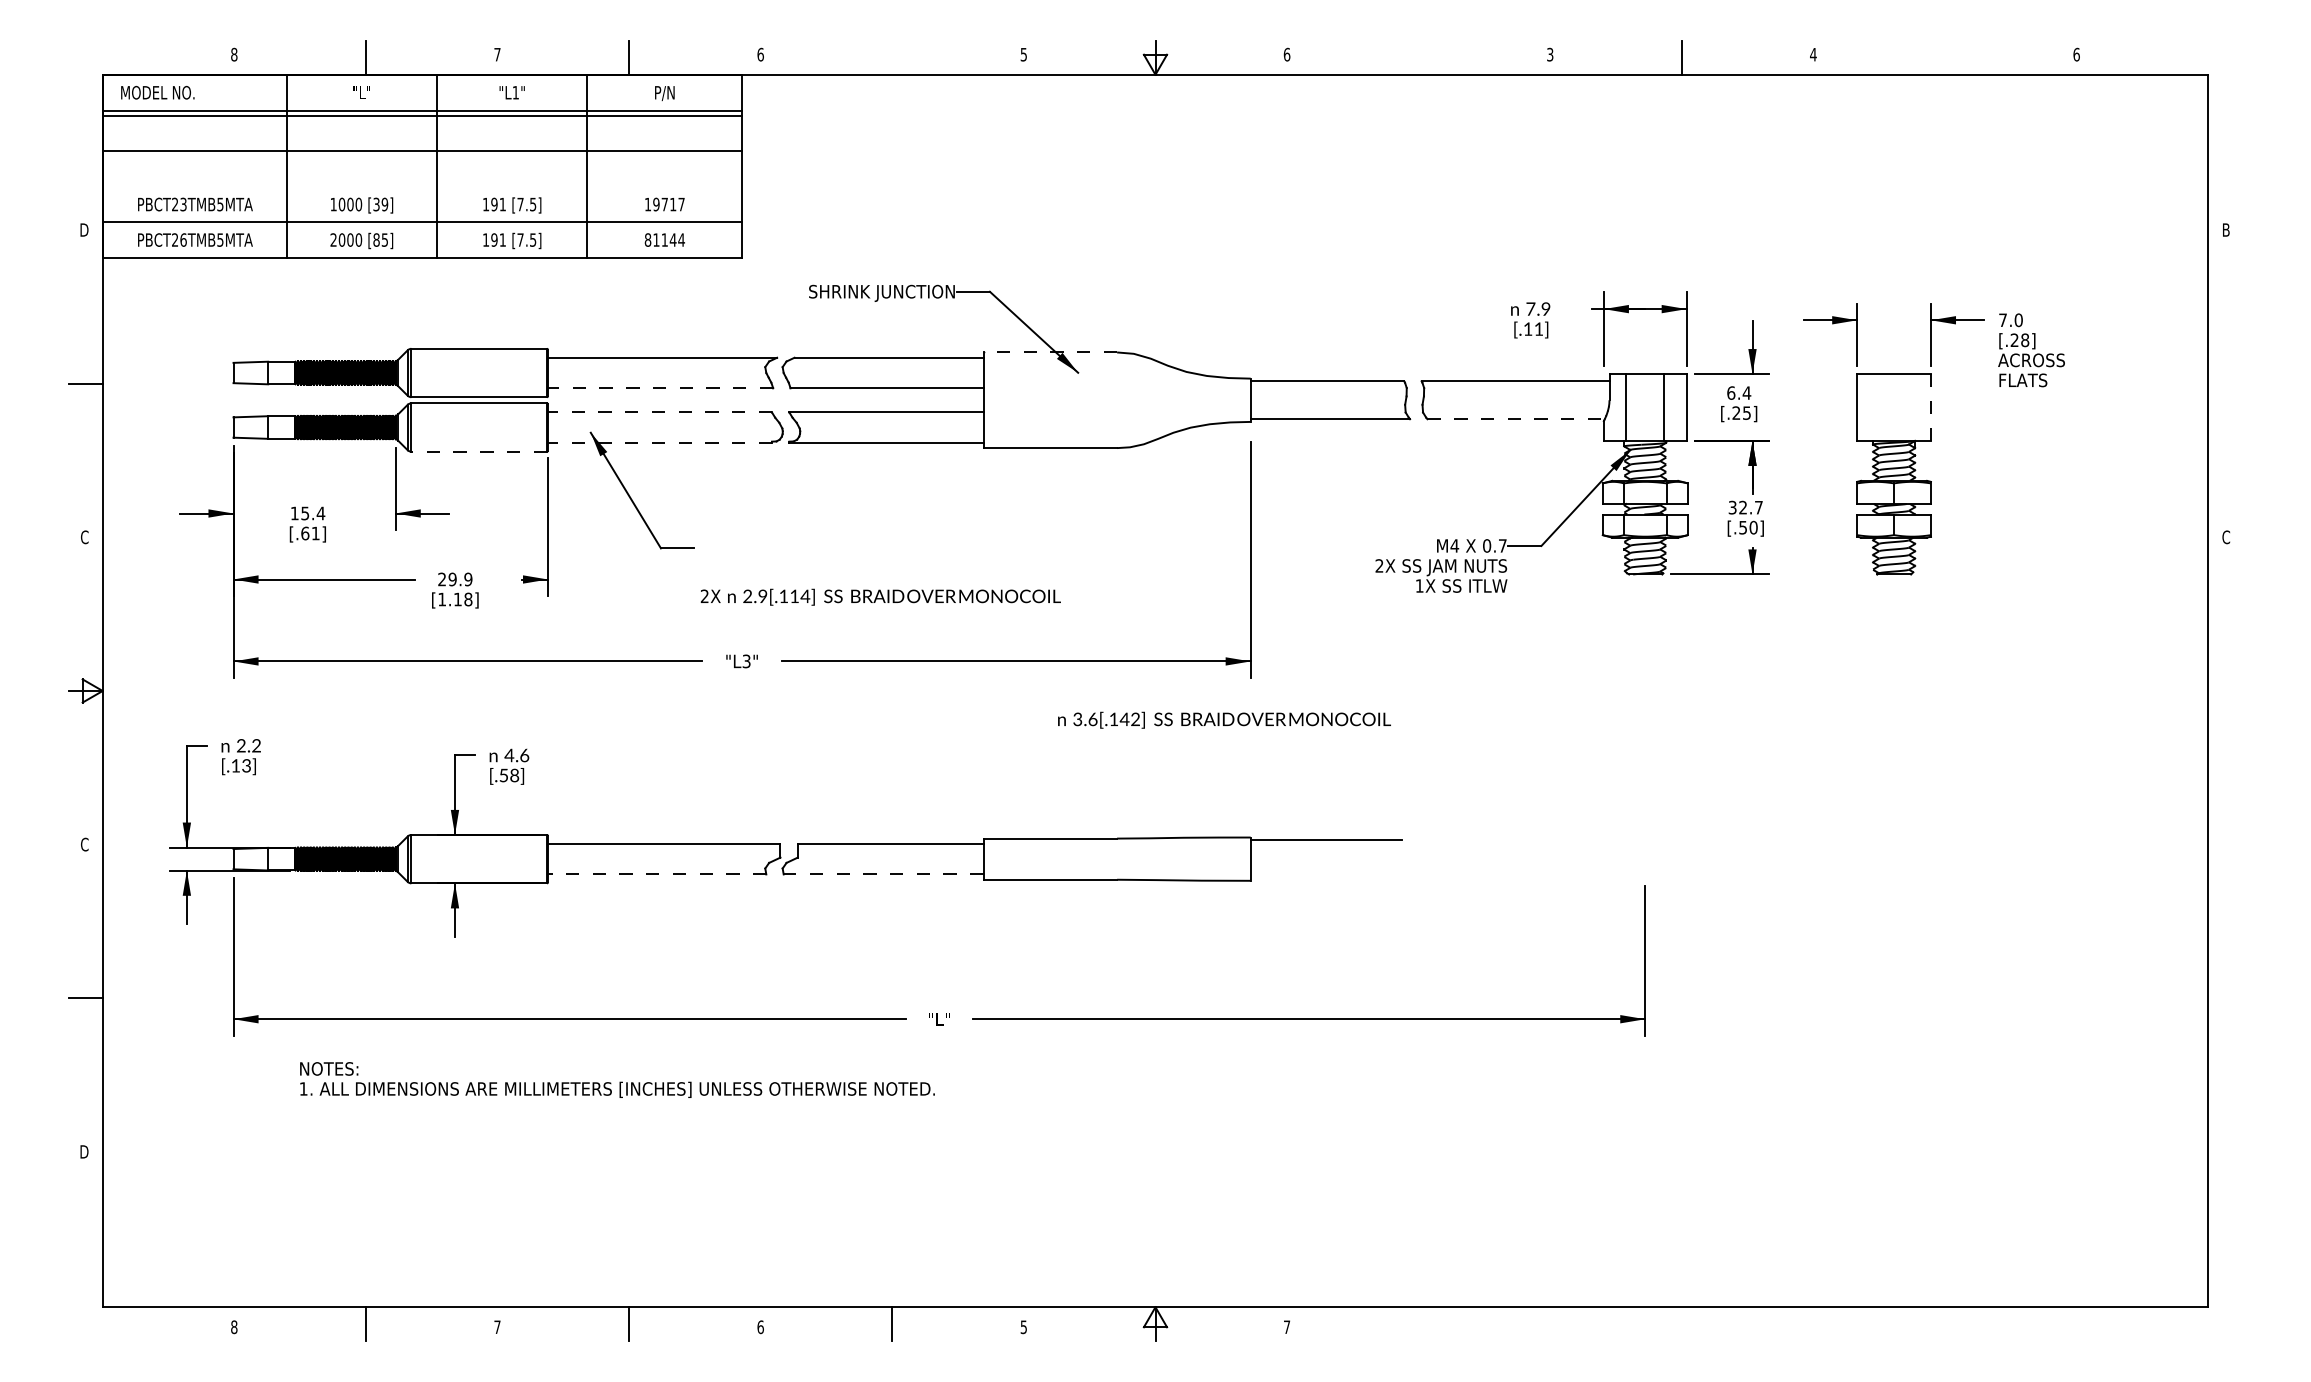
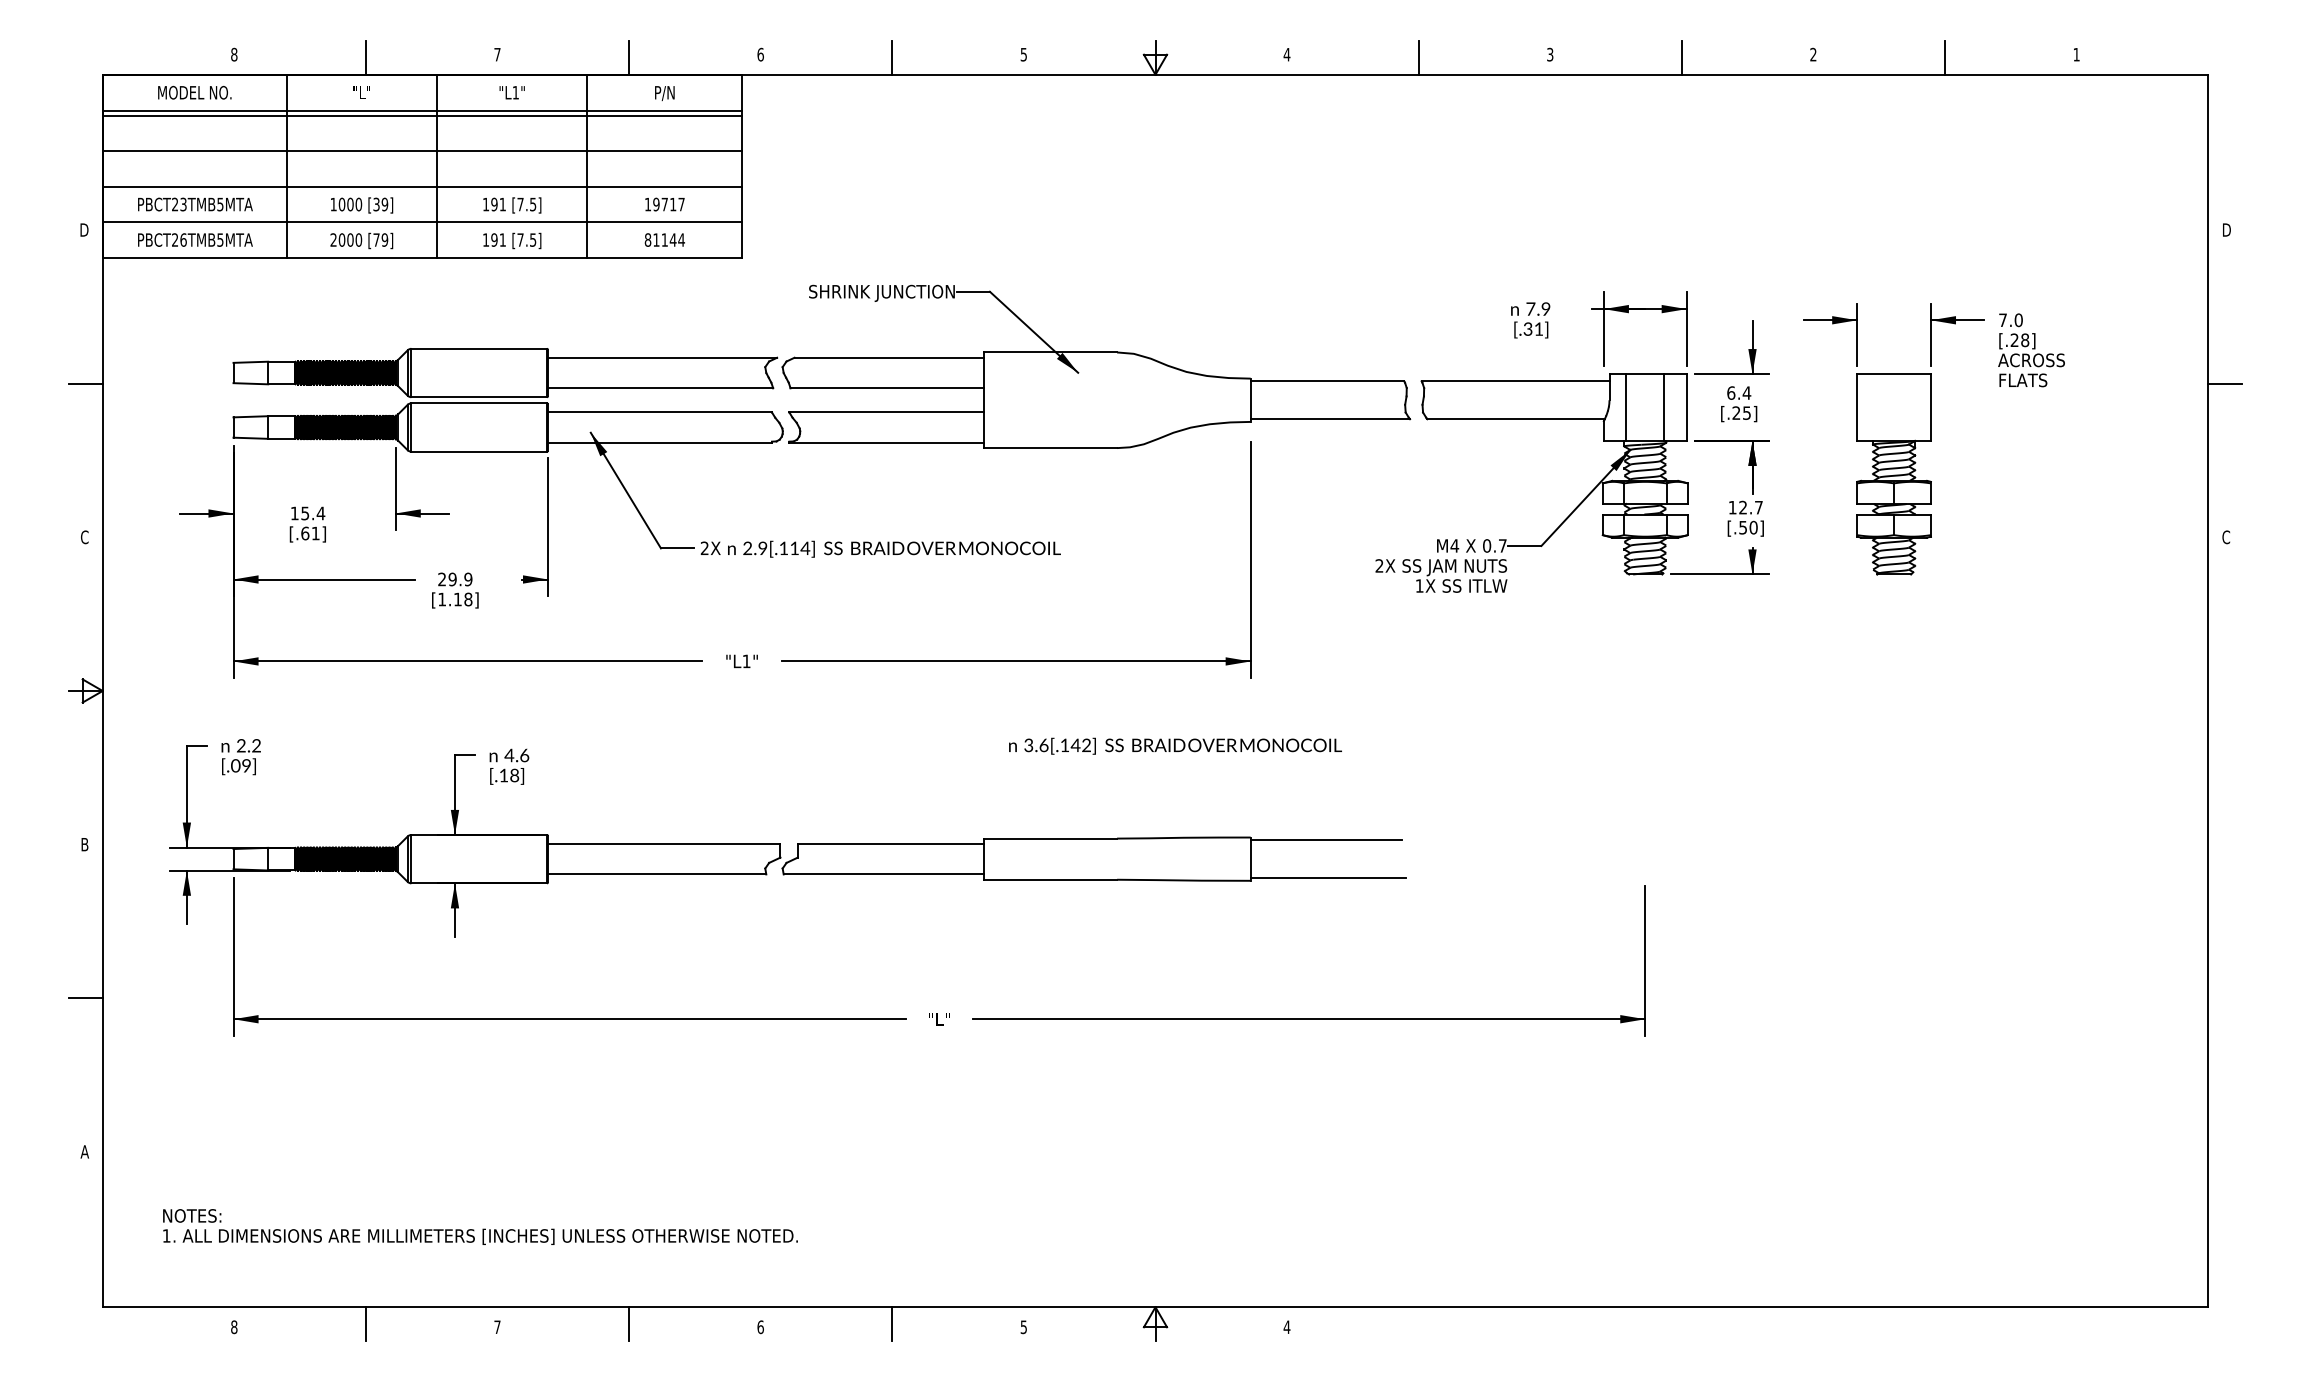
text at (1286, 54): 6 -> 4
text at (1813, 54): 4 -> 2
text at (2076, 54): 6 -> 1
line at (892, 57): none -> present
line at (1418, 57): none -> present
line at (1945, 57): none -> present
text at (157, 92) position: (157, 92) -> (194, 92)
line at (422, 186): none -> present
text at (2227, 230): B -> D
text at (380, 239): [85] -> [79]
text at (1527, 328): [.11] -> [.31]
line at (1050, 352): dashed -> solid
line at (2224, 383): none -> present
line at (660, 388): dashed -> solid
line at (1930, 407): dashed -> solid
line at (660, 412): dashed -> solid
line at (1516, 419): dashed -> solid
line at (660, 442): dashed -> solid
line at (479, 451): dashed -> solid
text at (1732, 507): 32.7 -> 12.7
text at (880, 596) position: (880, 596) -> (880, 548)
text at (746, 661): "L3" -> "L1"
text at (1224, 719) position: (1224, 719) -> (1175, 745)
text at (240, 765): [.13] -> [.09]
text at (503, 775): [.58] -> [.18]
text at (84, 844): C -> B
line at (656, 874): dashed -> solid
line at (883, 874): dashed -> solid
line at (1327, 878): none -> present
text at (617, 1079) position: (617, 1079) -> (480, 1226)
text at (84, 1151): D -> A
text at (1286, 1326): 7 -> 4
